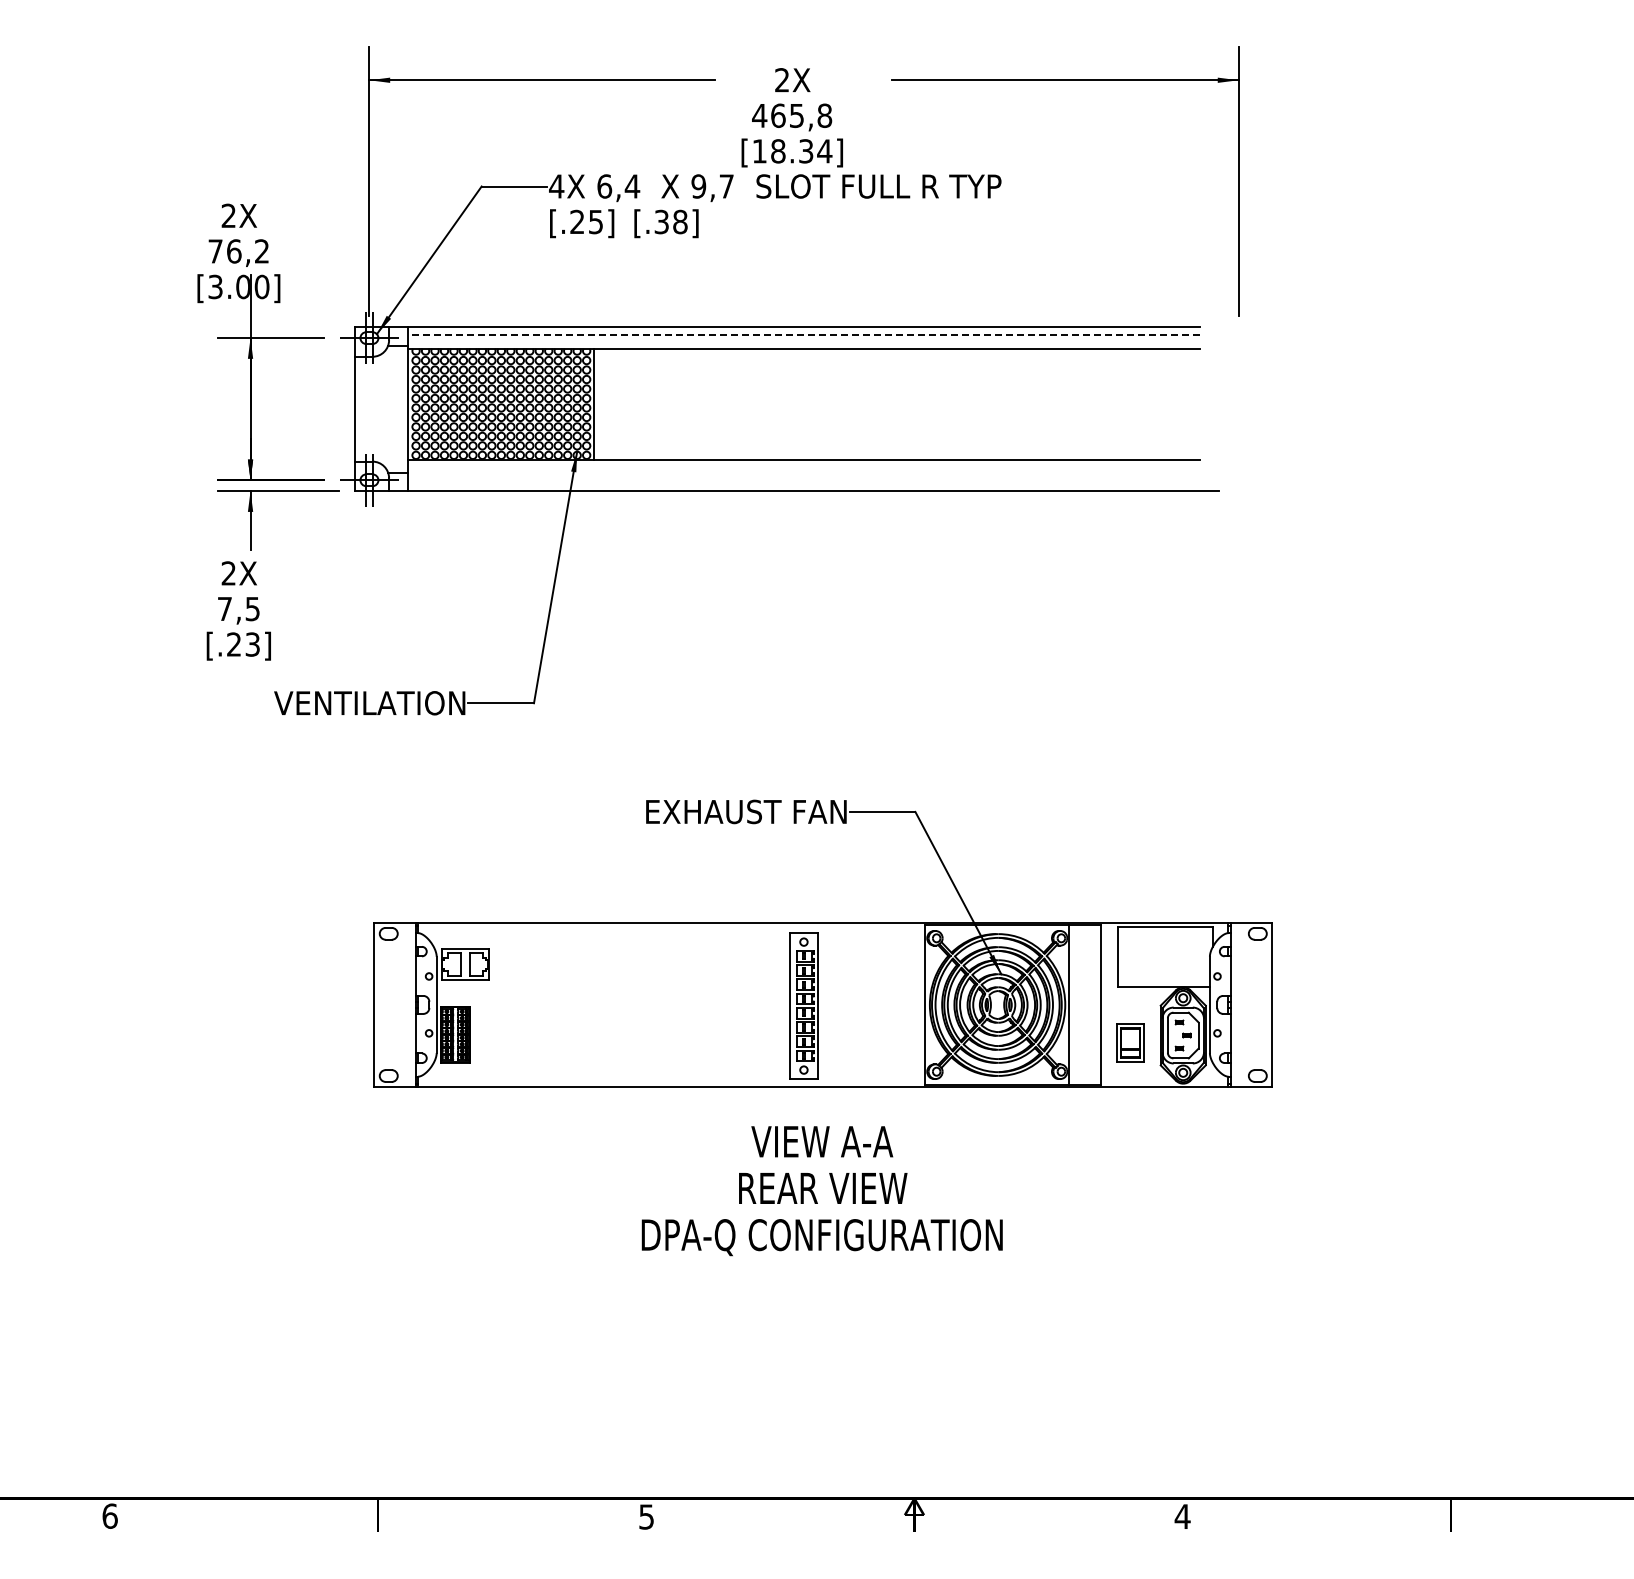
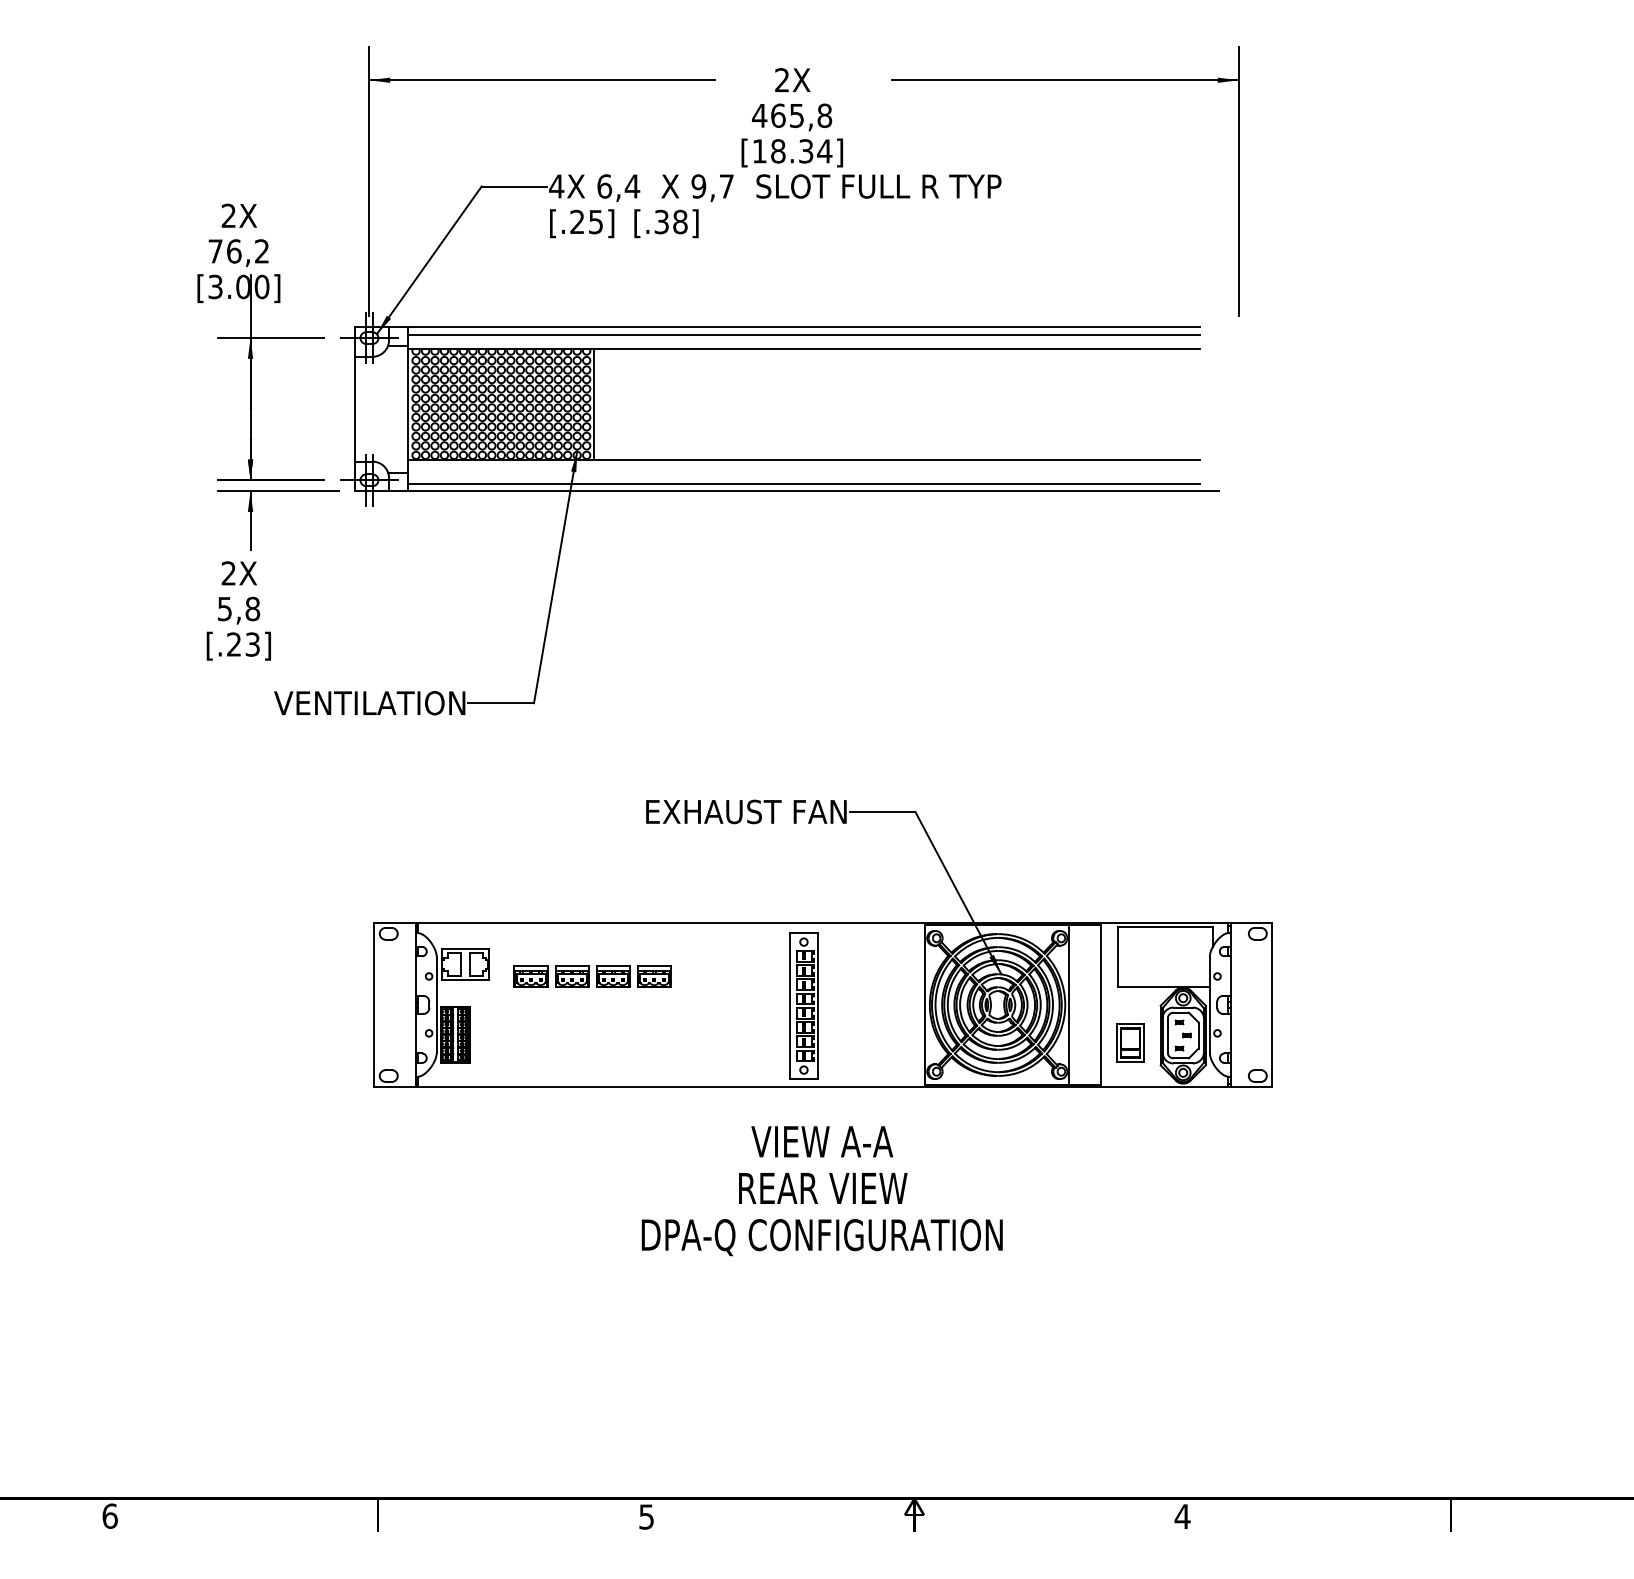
line at (803, 334): dashed -> solid
line at (803, 484): none -> present
text at (239, 608): 7,5 -> 5,8
part at (592, 976): none -> present
